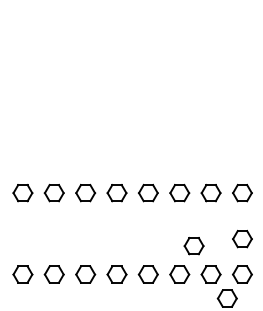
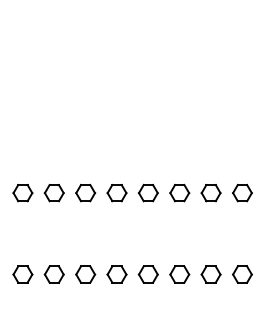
part at (242, 239): present -> none
part at (193, 246): present -> none
part at (226, 298): present -> none
